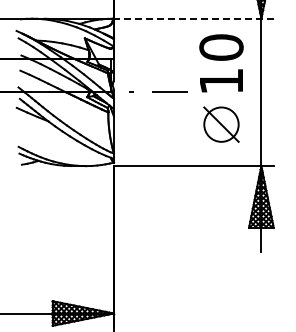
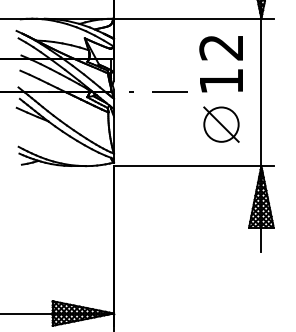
line at (193, 18): dashed -> solid
text at (221, 47): 10 -> 12
